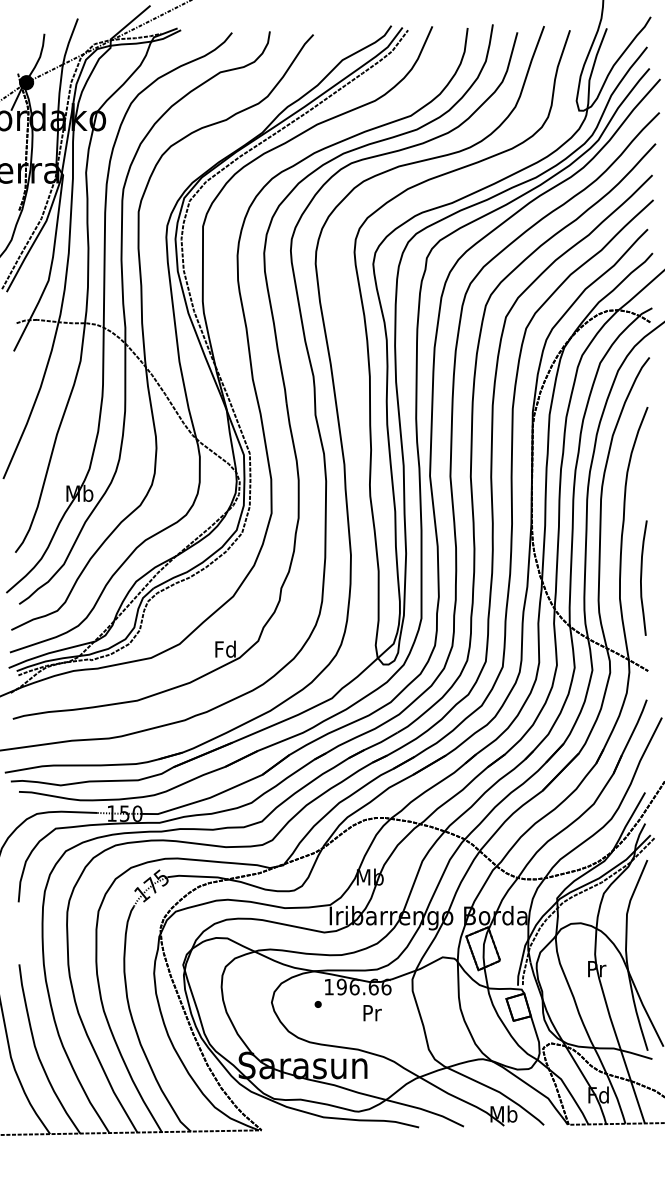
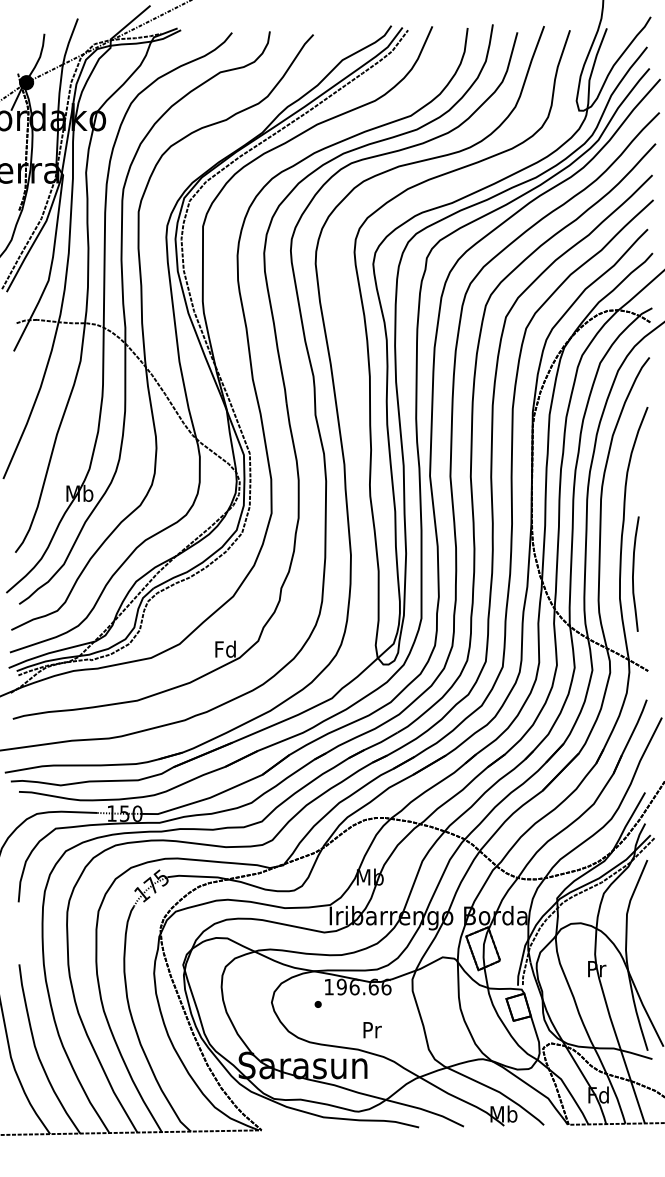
curve at (641, 577) position: (641, 577) -> (633, 573)
text at (372, 1013) position: (372, 1013) -> (372, 1030)
